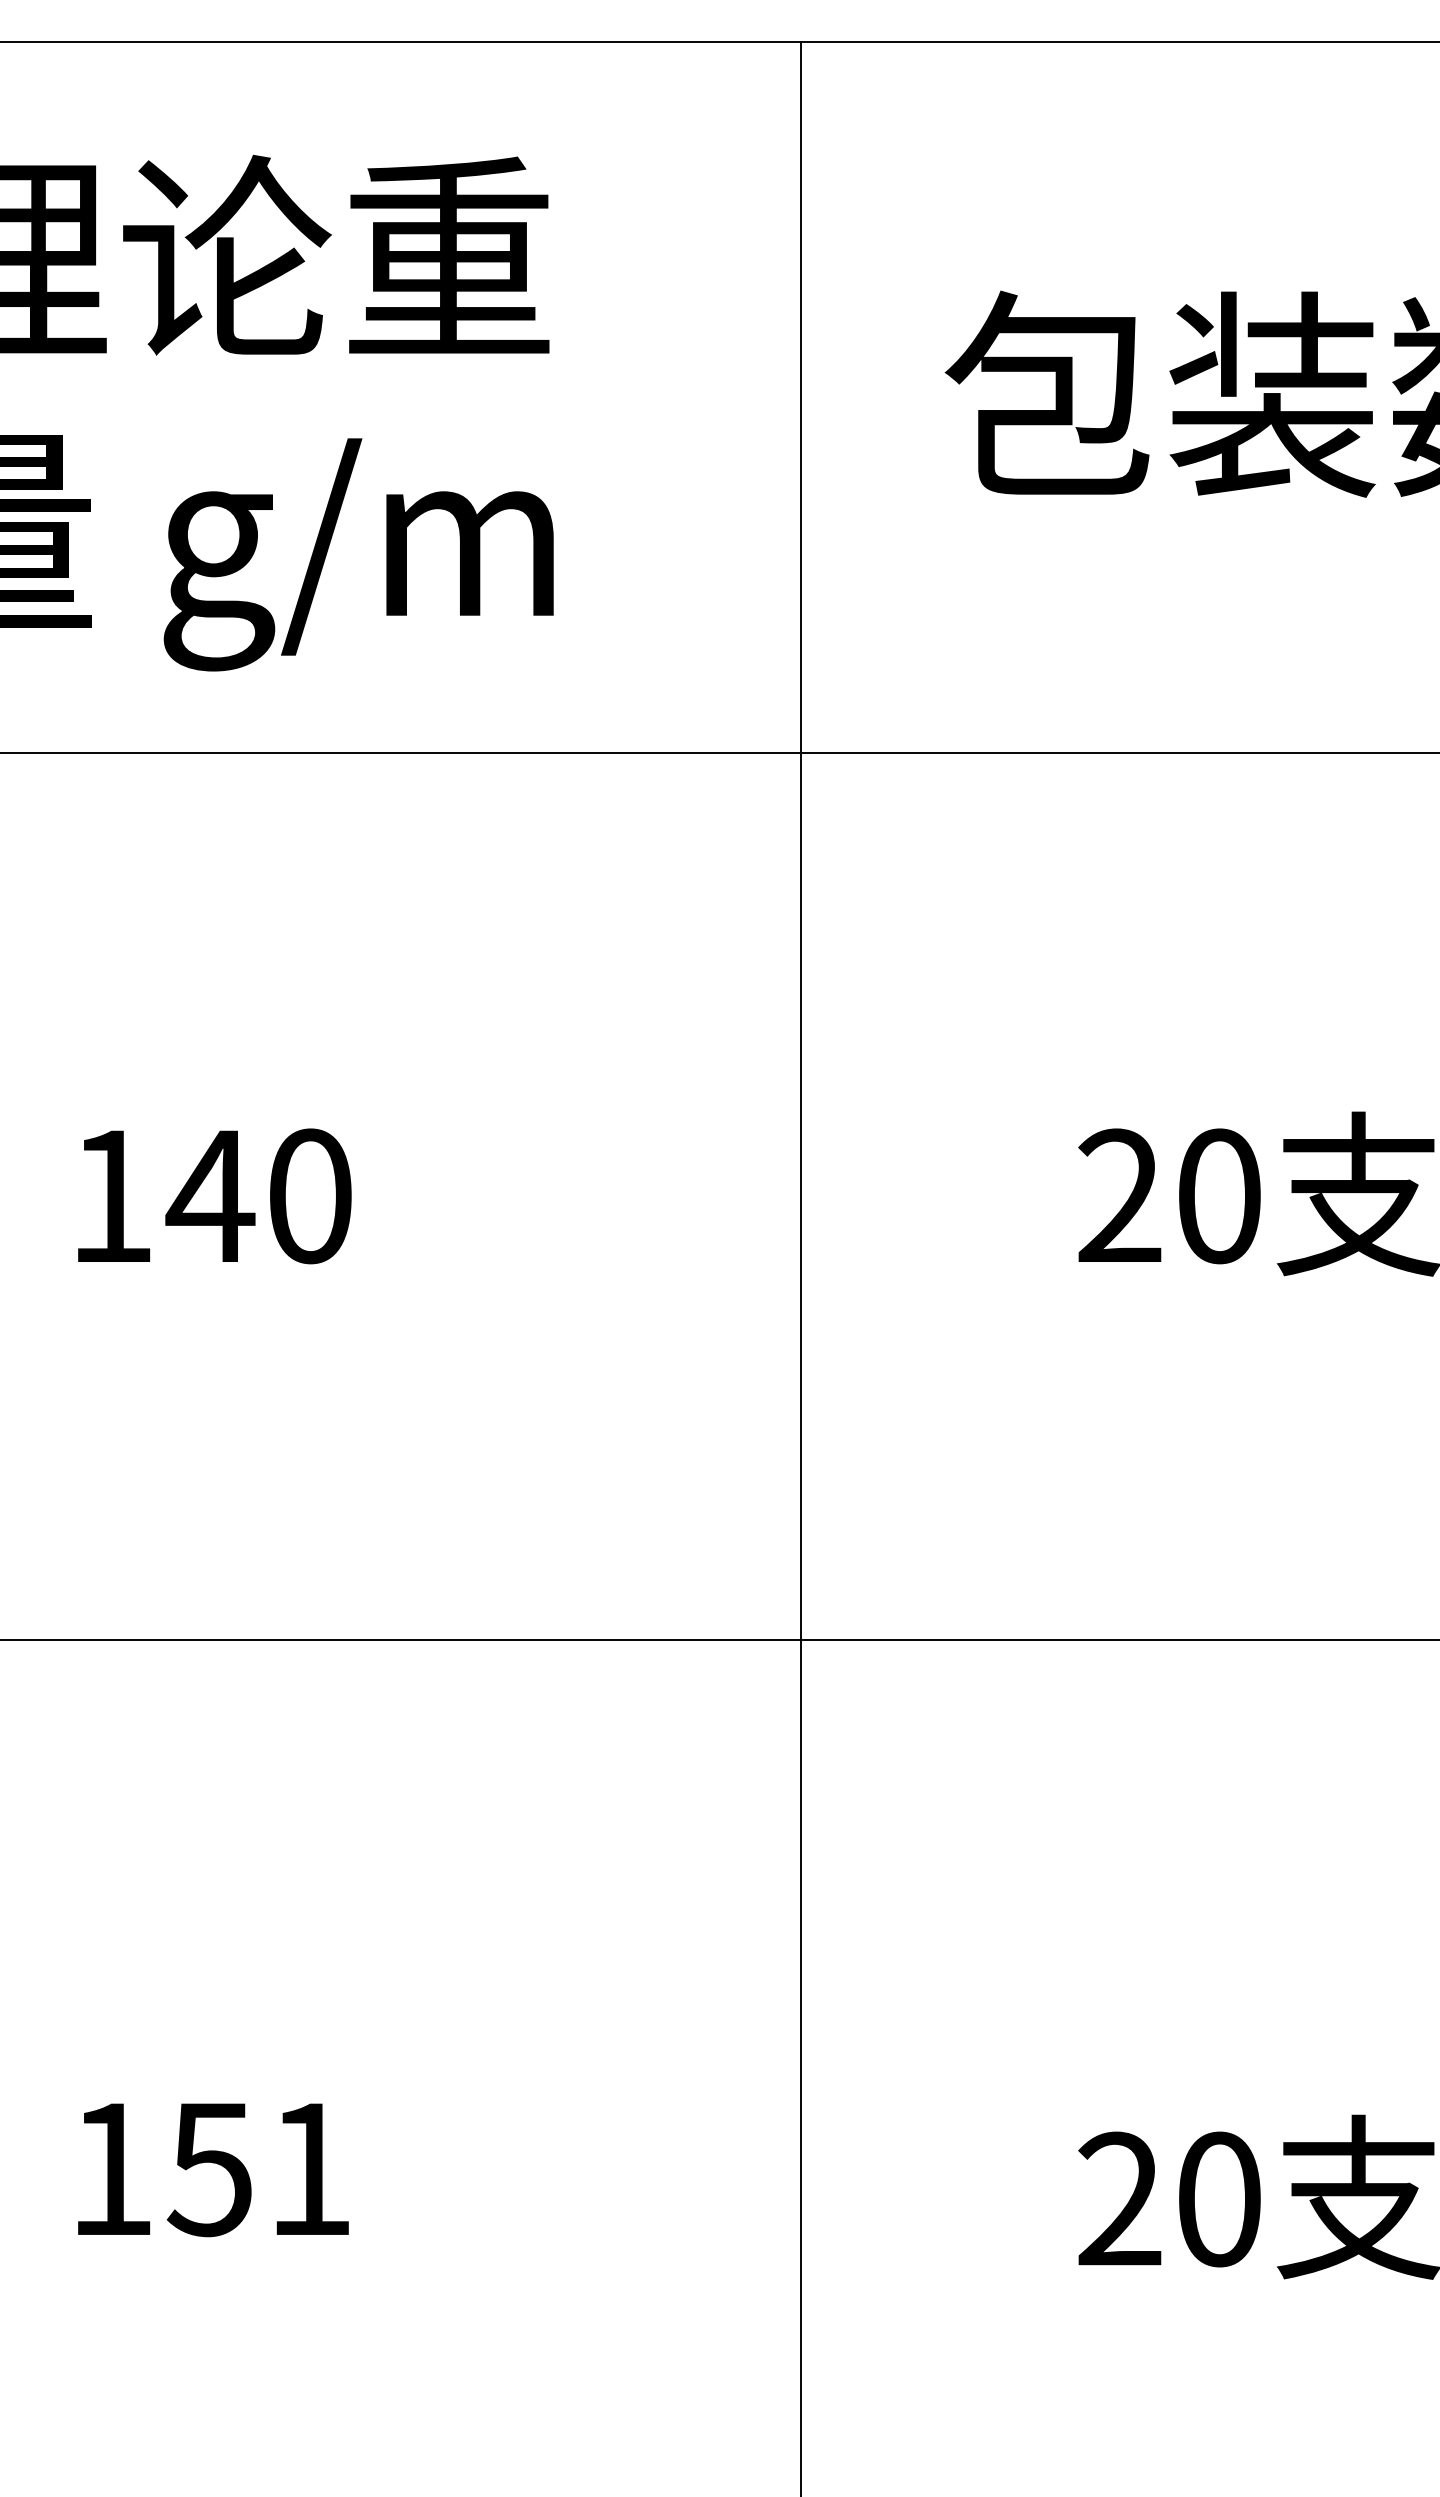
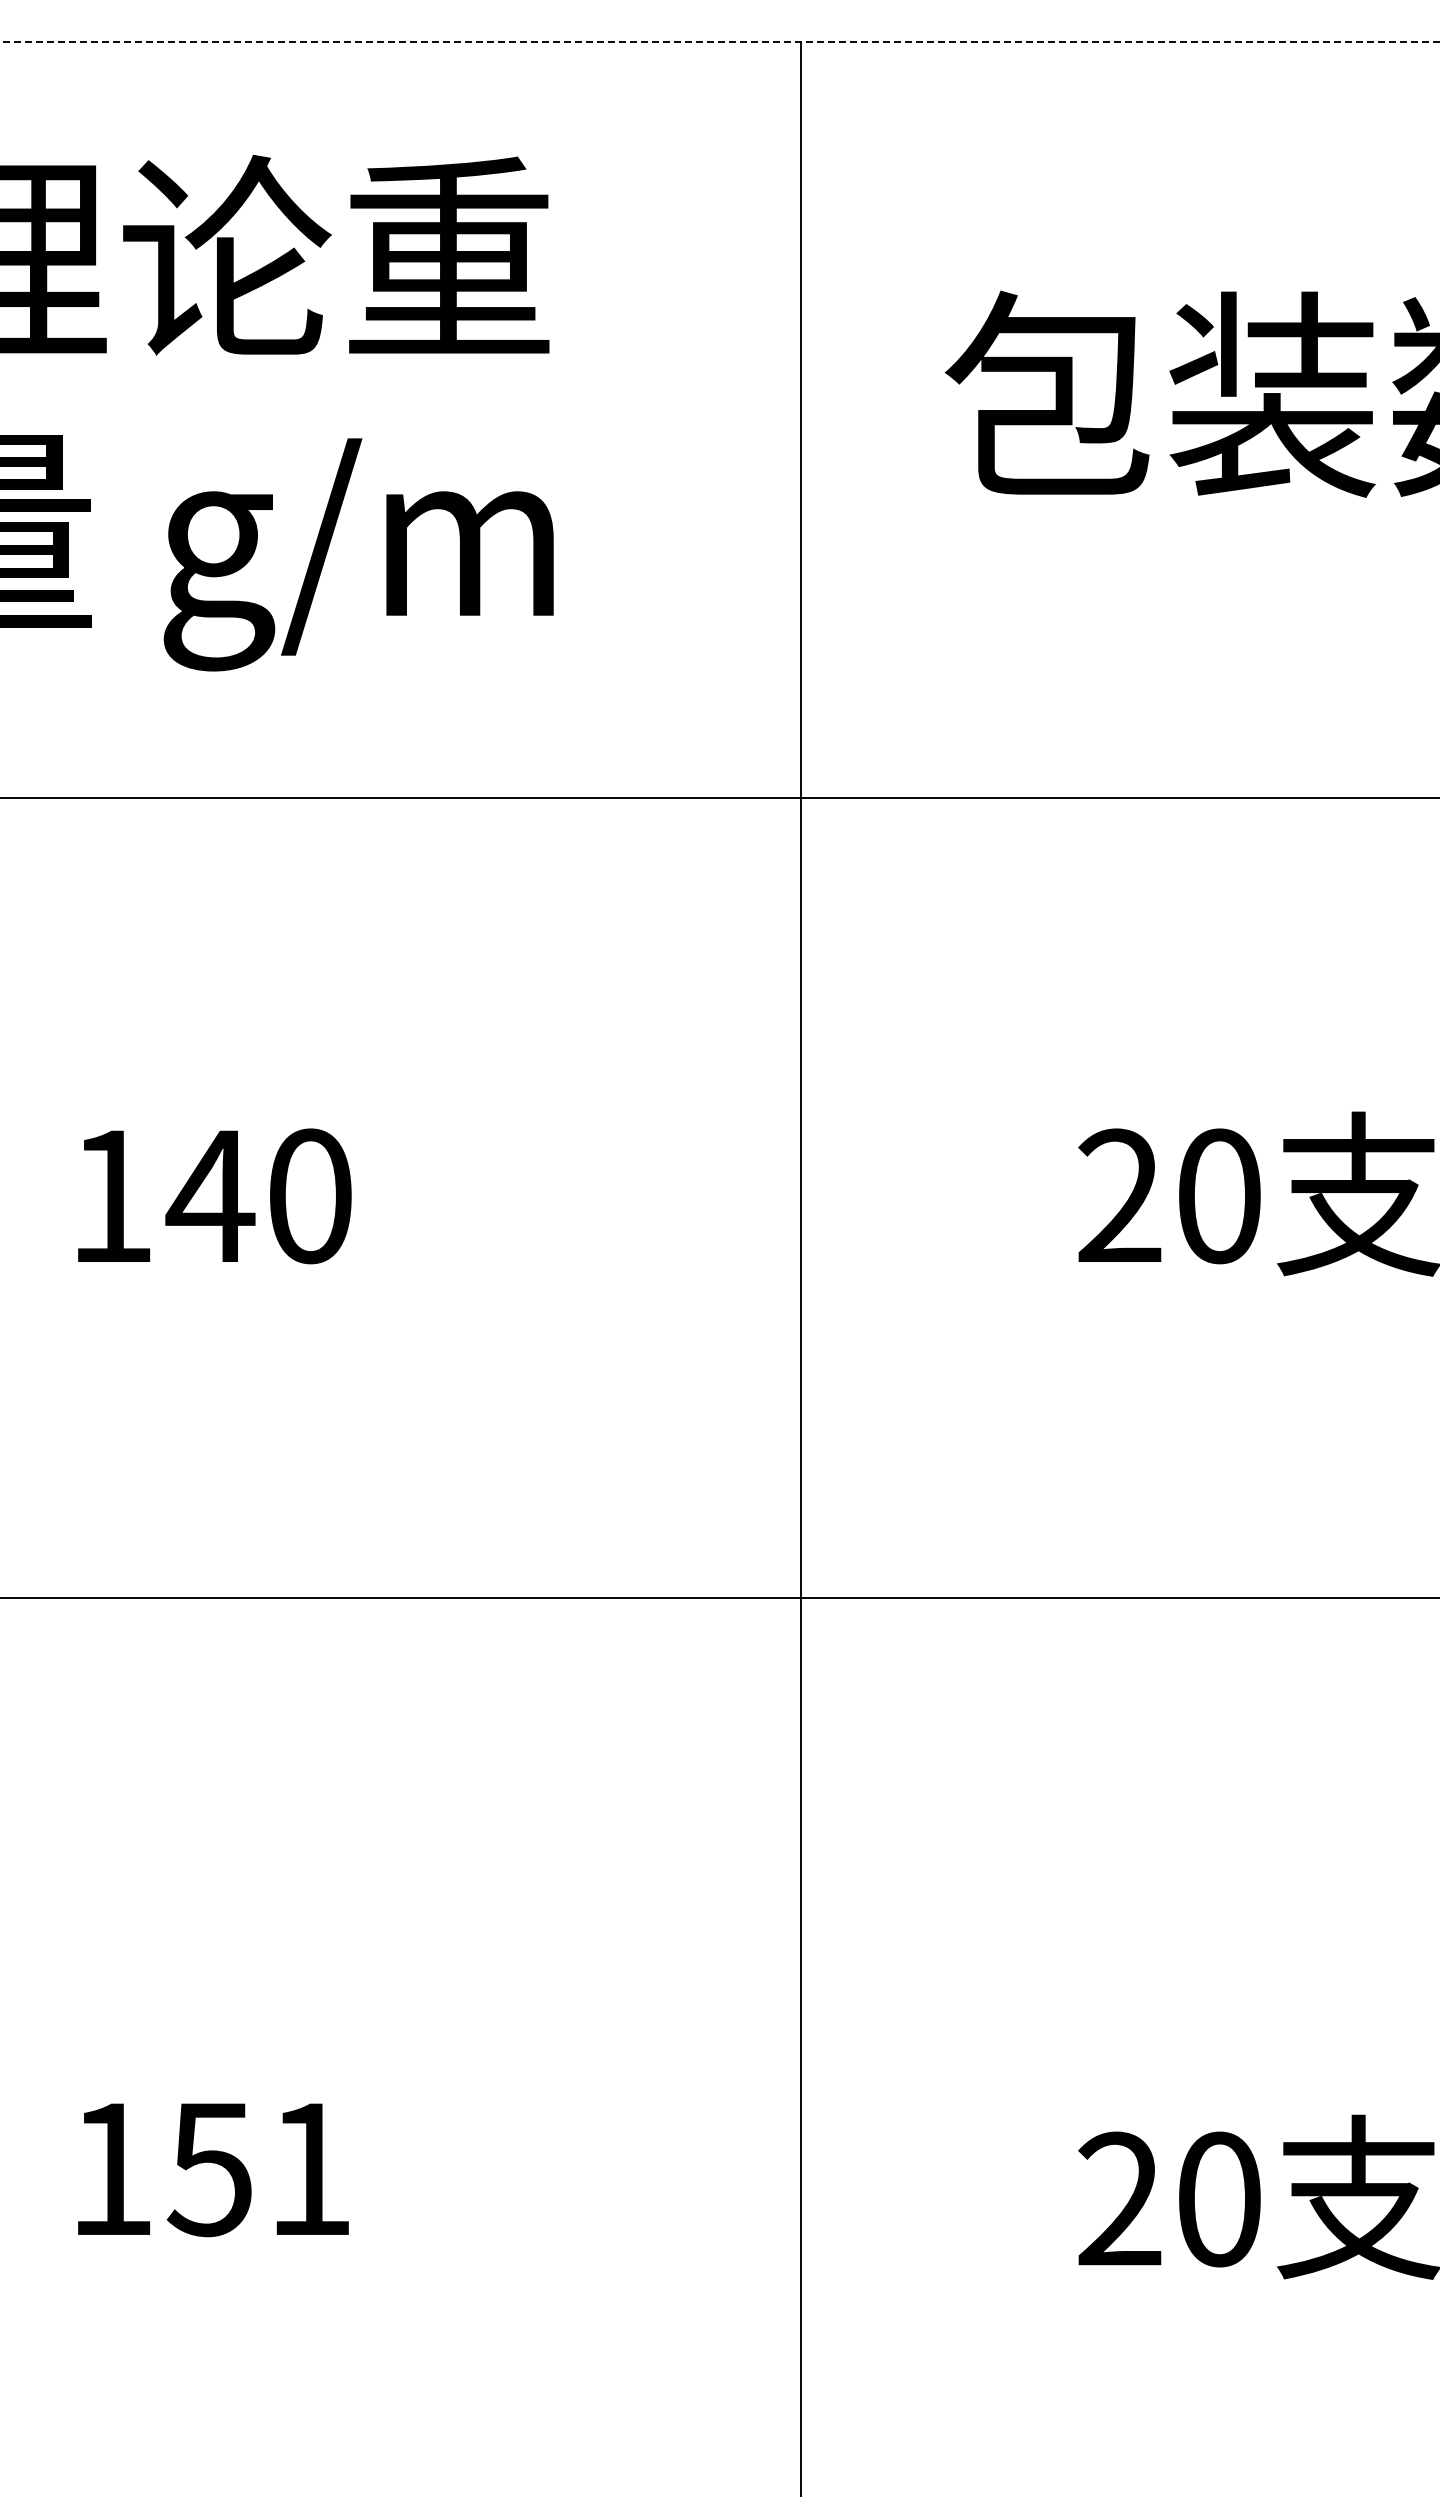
line at (719, 41): solid -> dashed
line at (719, 753) position: (719, 753) -> (719, 798)
line at (719, 1639) position: (719, 1639) -> (719, 1597)
